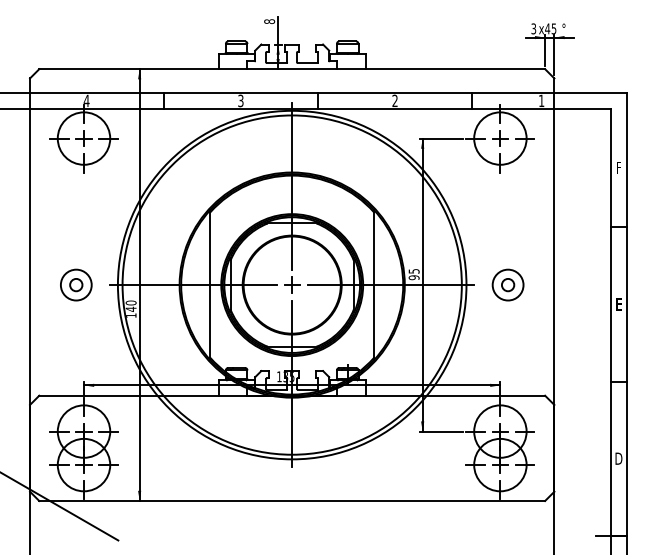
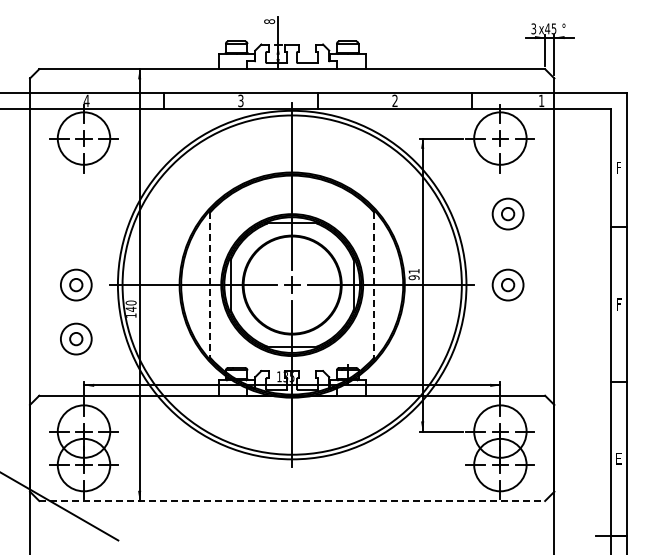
part at (507, 213): none -> present
text at (413, 271): 95 -> 91
line at (210, 285): solid -> dashed
line at (373, 285): solid -> dashed
text at (618, 304): E -> F
part at (76, 338): none -> present
text at (618, 458): D -> E
line at (292, 501): solid -> dashed
